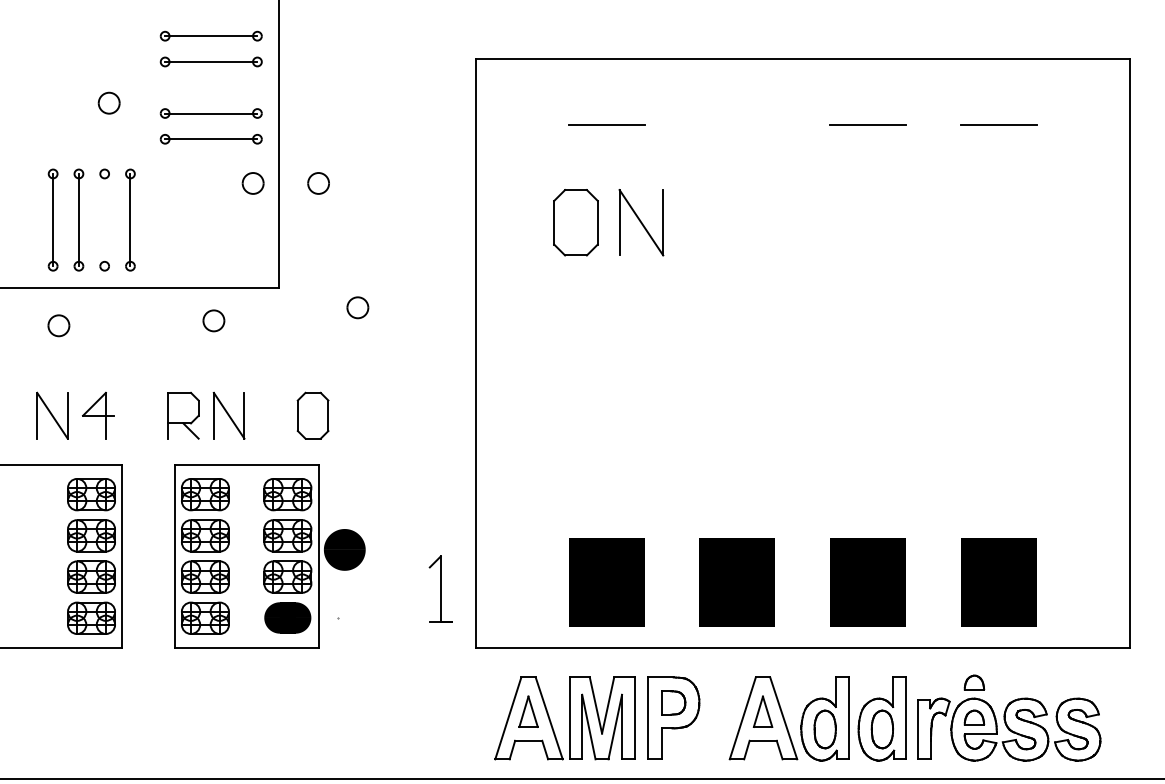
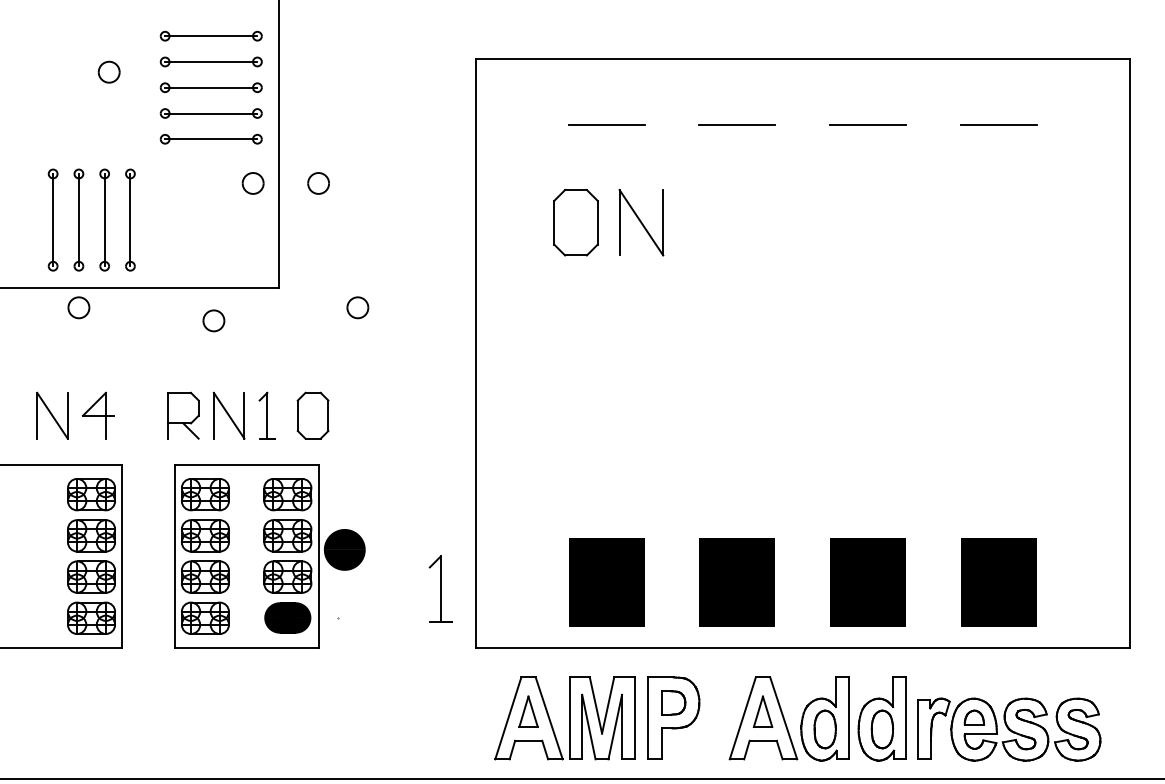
part at (210, 87): none -> present
part at (108, 102) position: (108, 102) -> (108, 71)
line at (737, 124): none -> present
line at (104, 219): none -> present
part at (58, 325) position: (58, 325) -> (78, 307)
part at (266, 415): none -> present
part at (974, 682): present -> none
